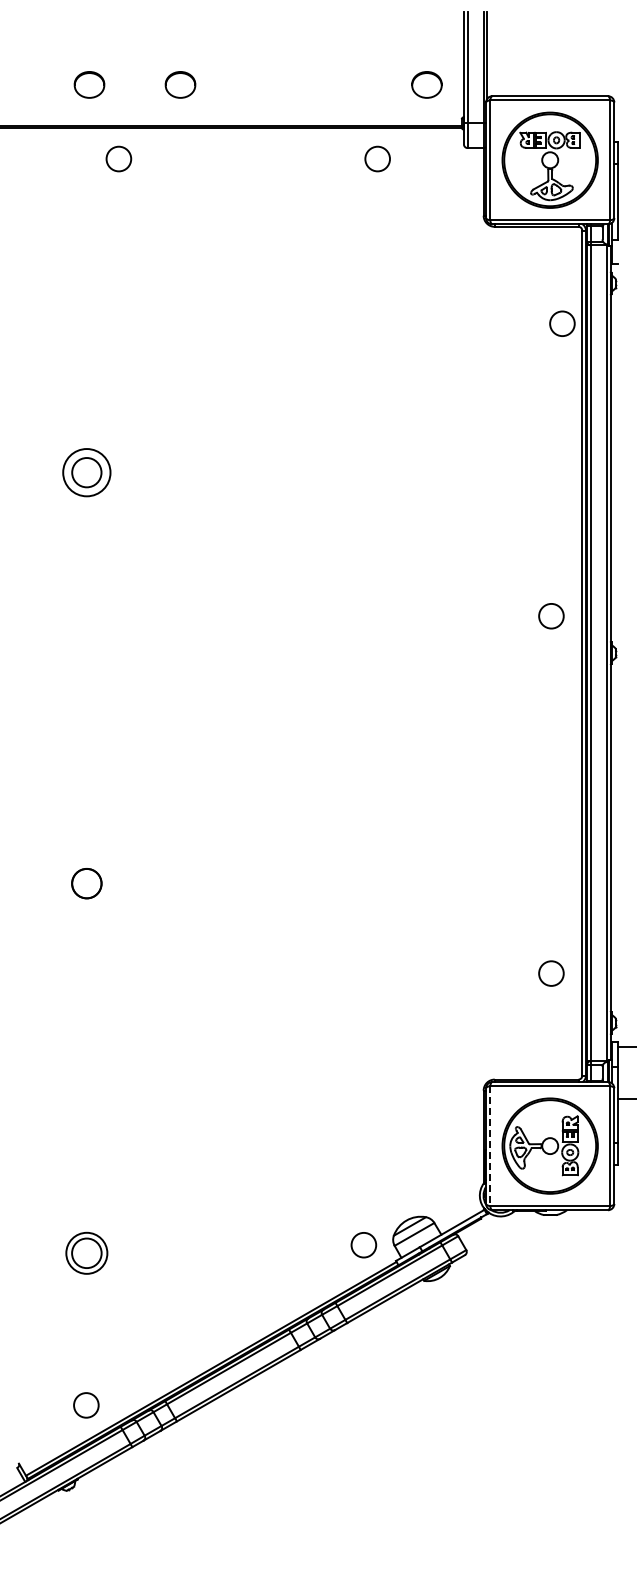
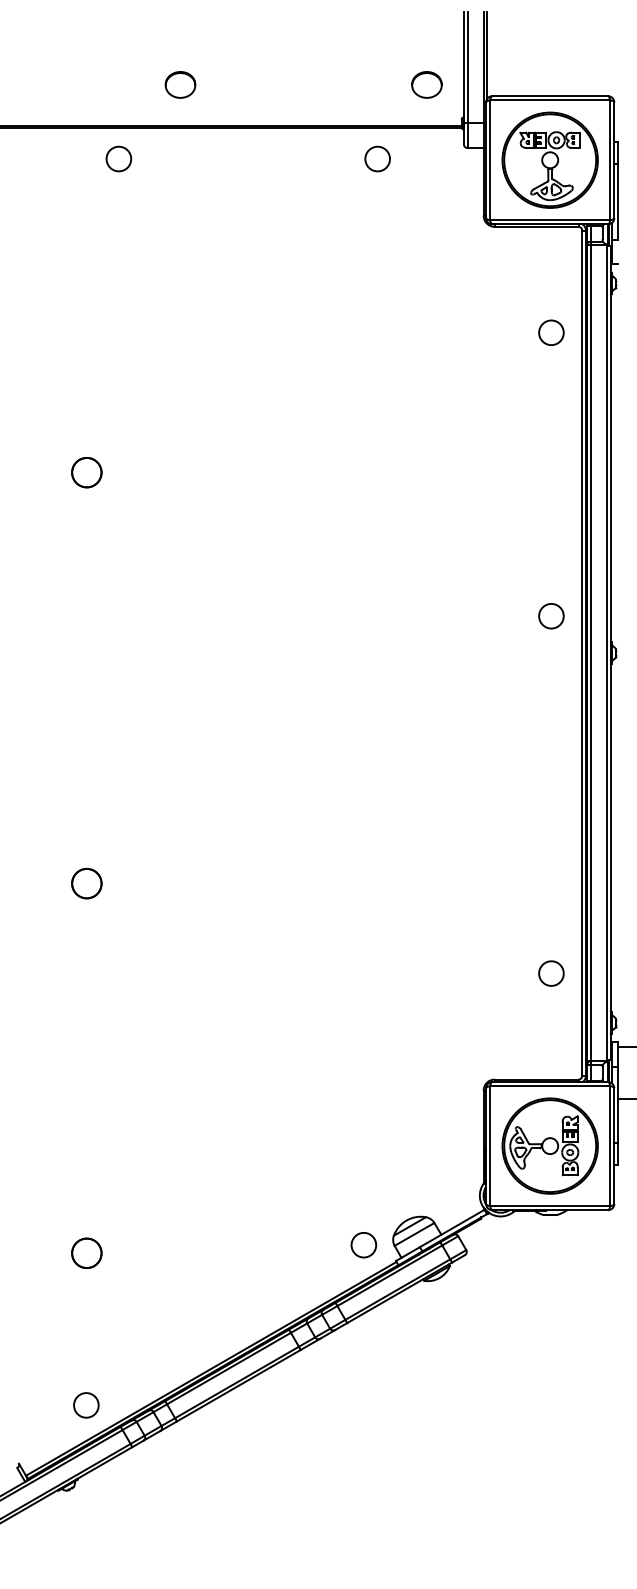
part at (89, 84): present -> none
circle at (562, 323) position: (562, 323) -> (551, 332)
circle at (86, 472) diameter: 47 px -> 30 px
line at (490, 1146): dashed -> solid
circle at (86, 1252) diameter: 41 px -> 29 px
